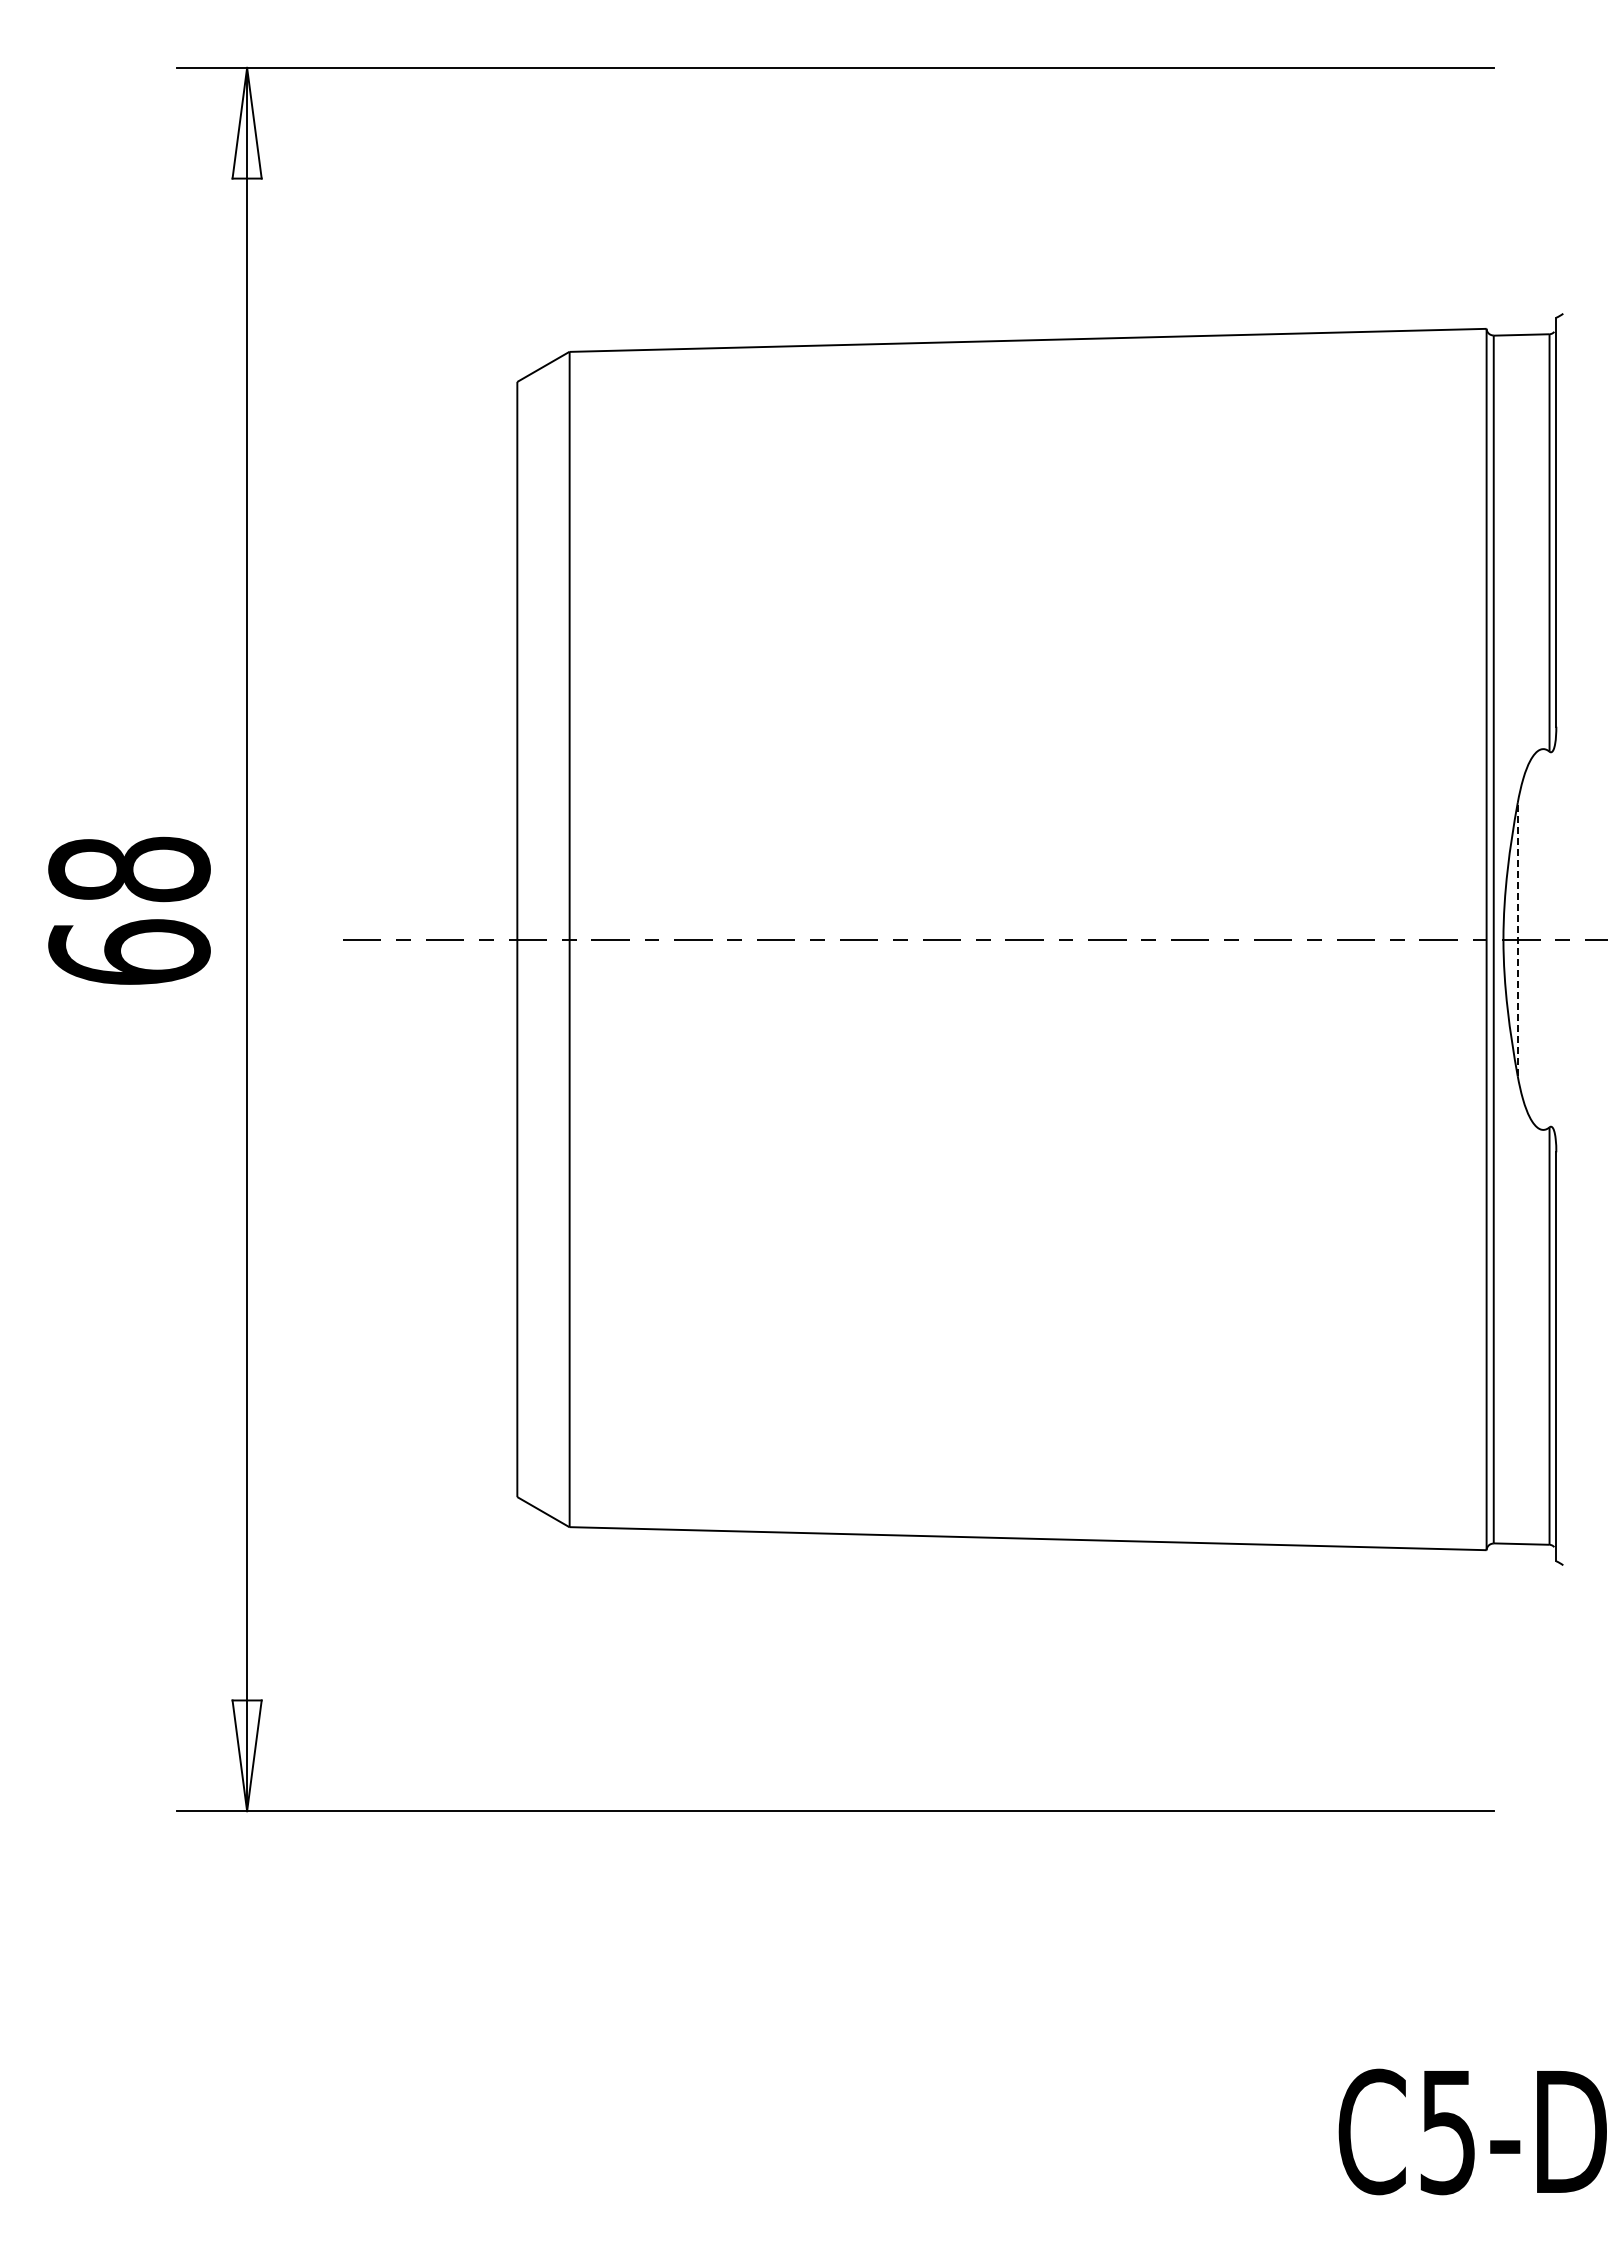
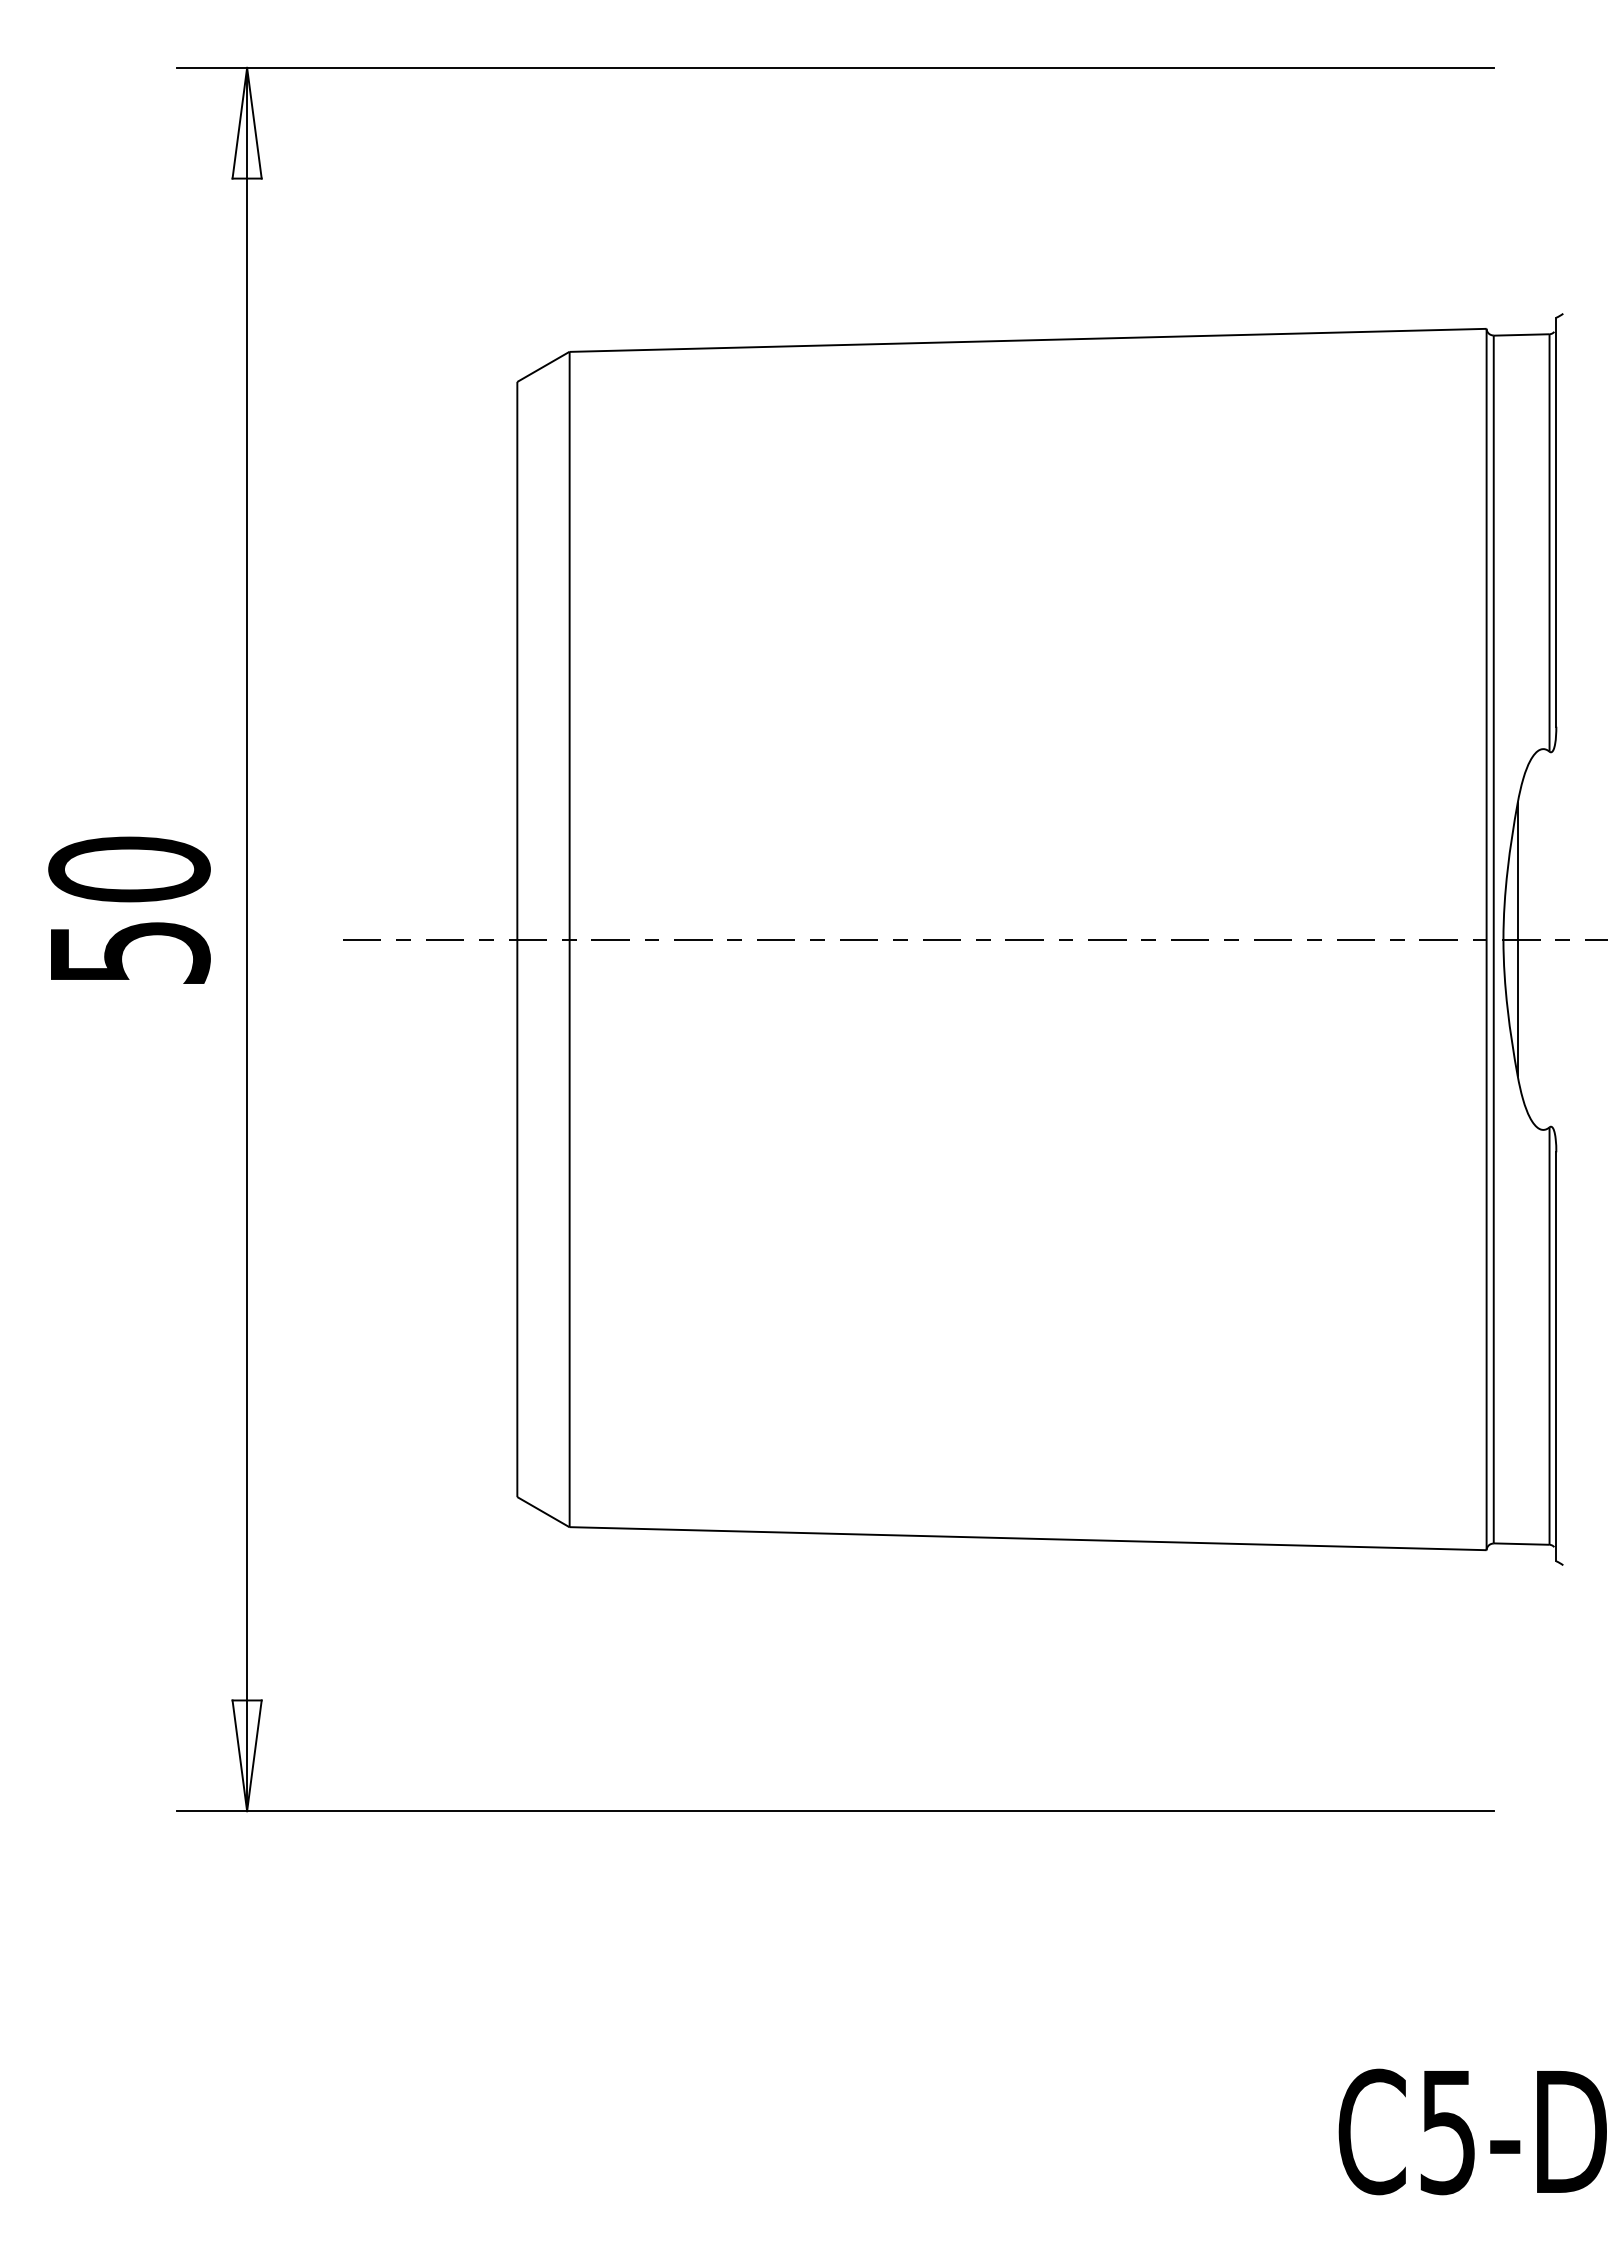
text at (129, 910): 68 -> 50
line at (1517, 939): dashed -> solid
